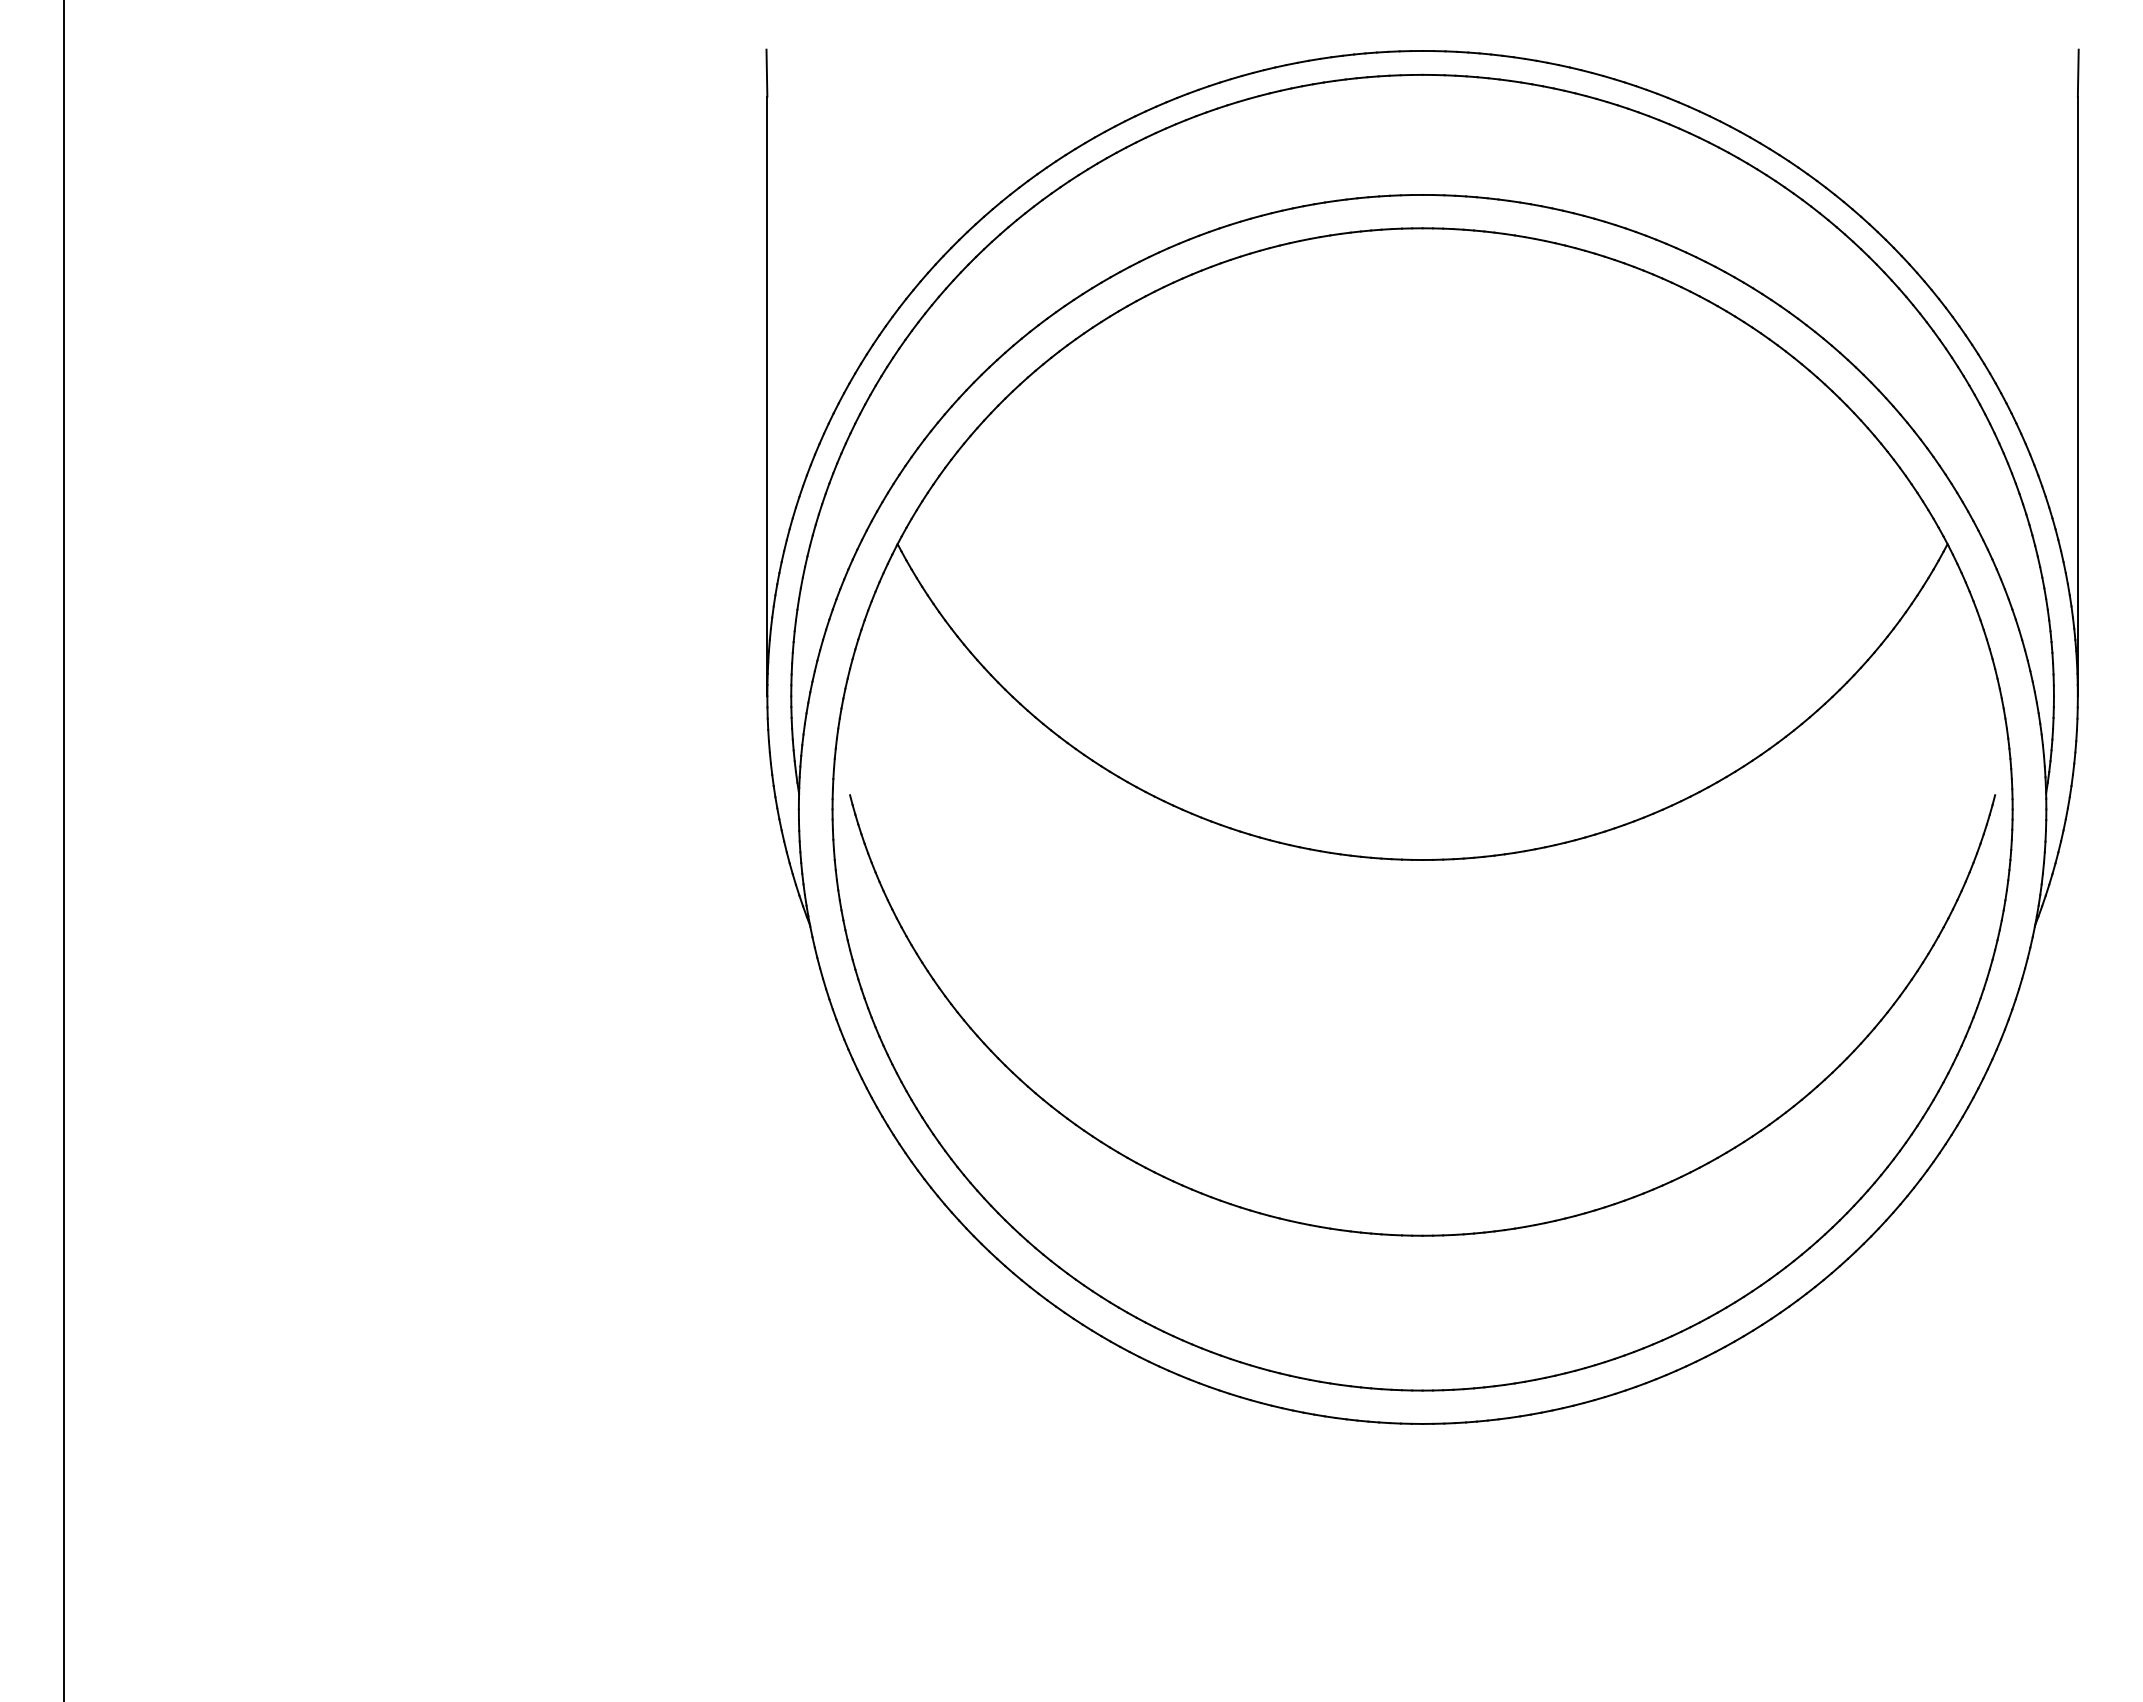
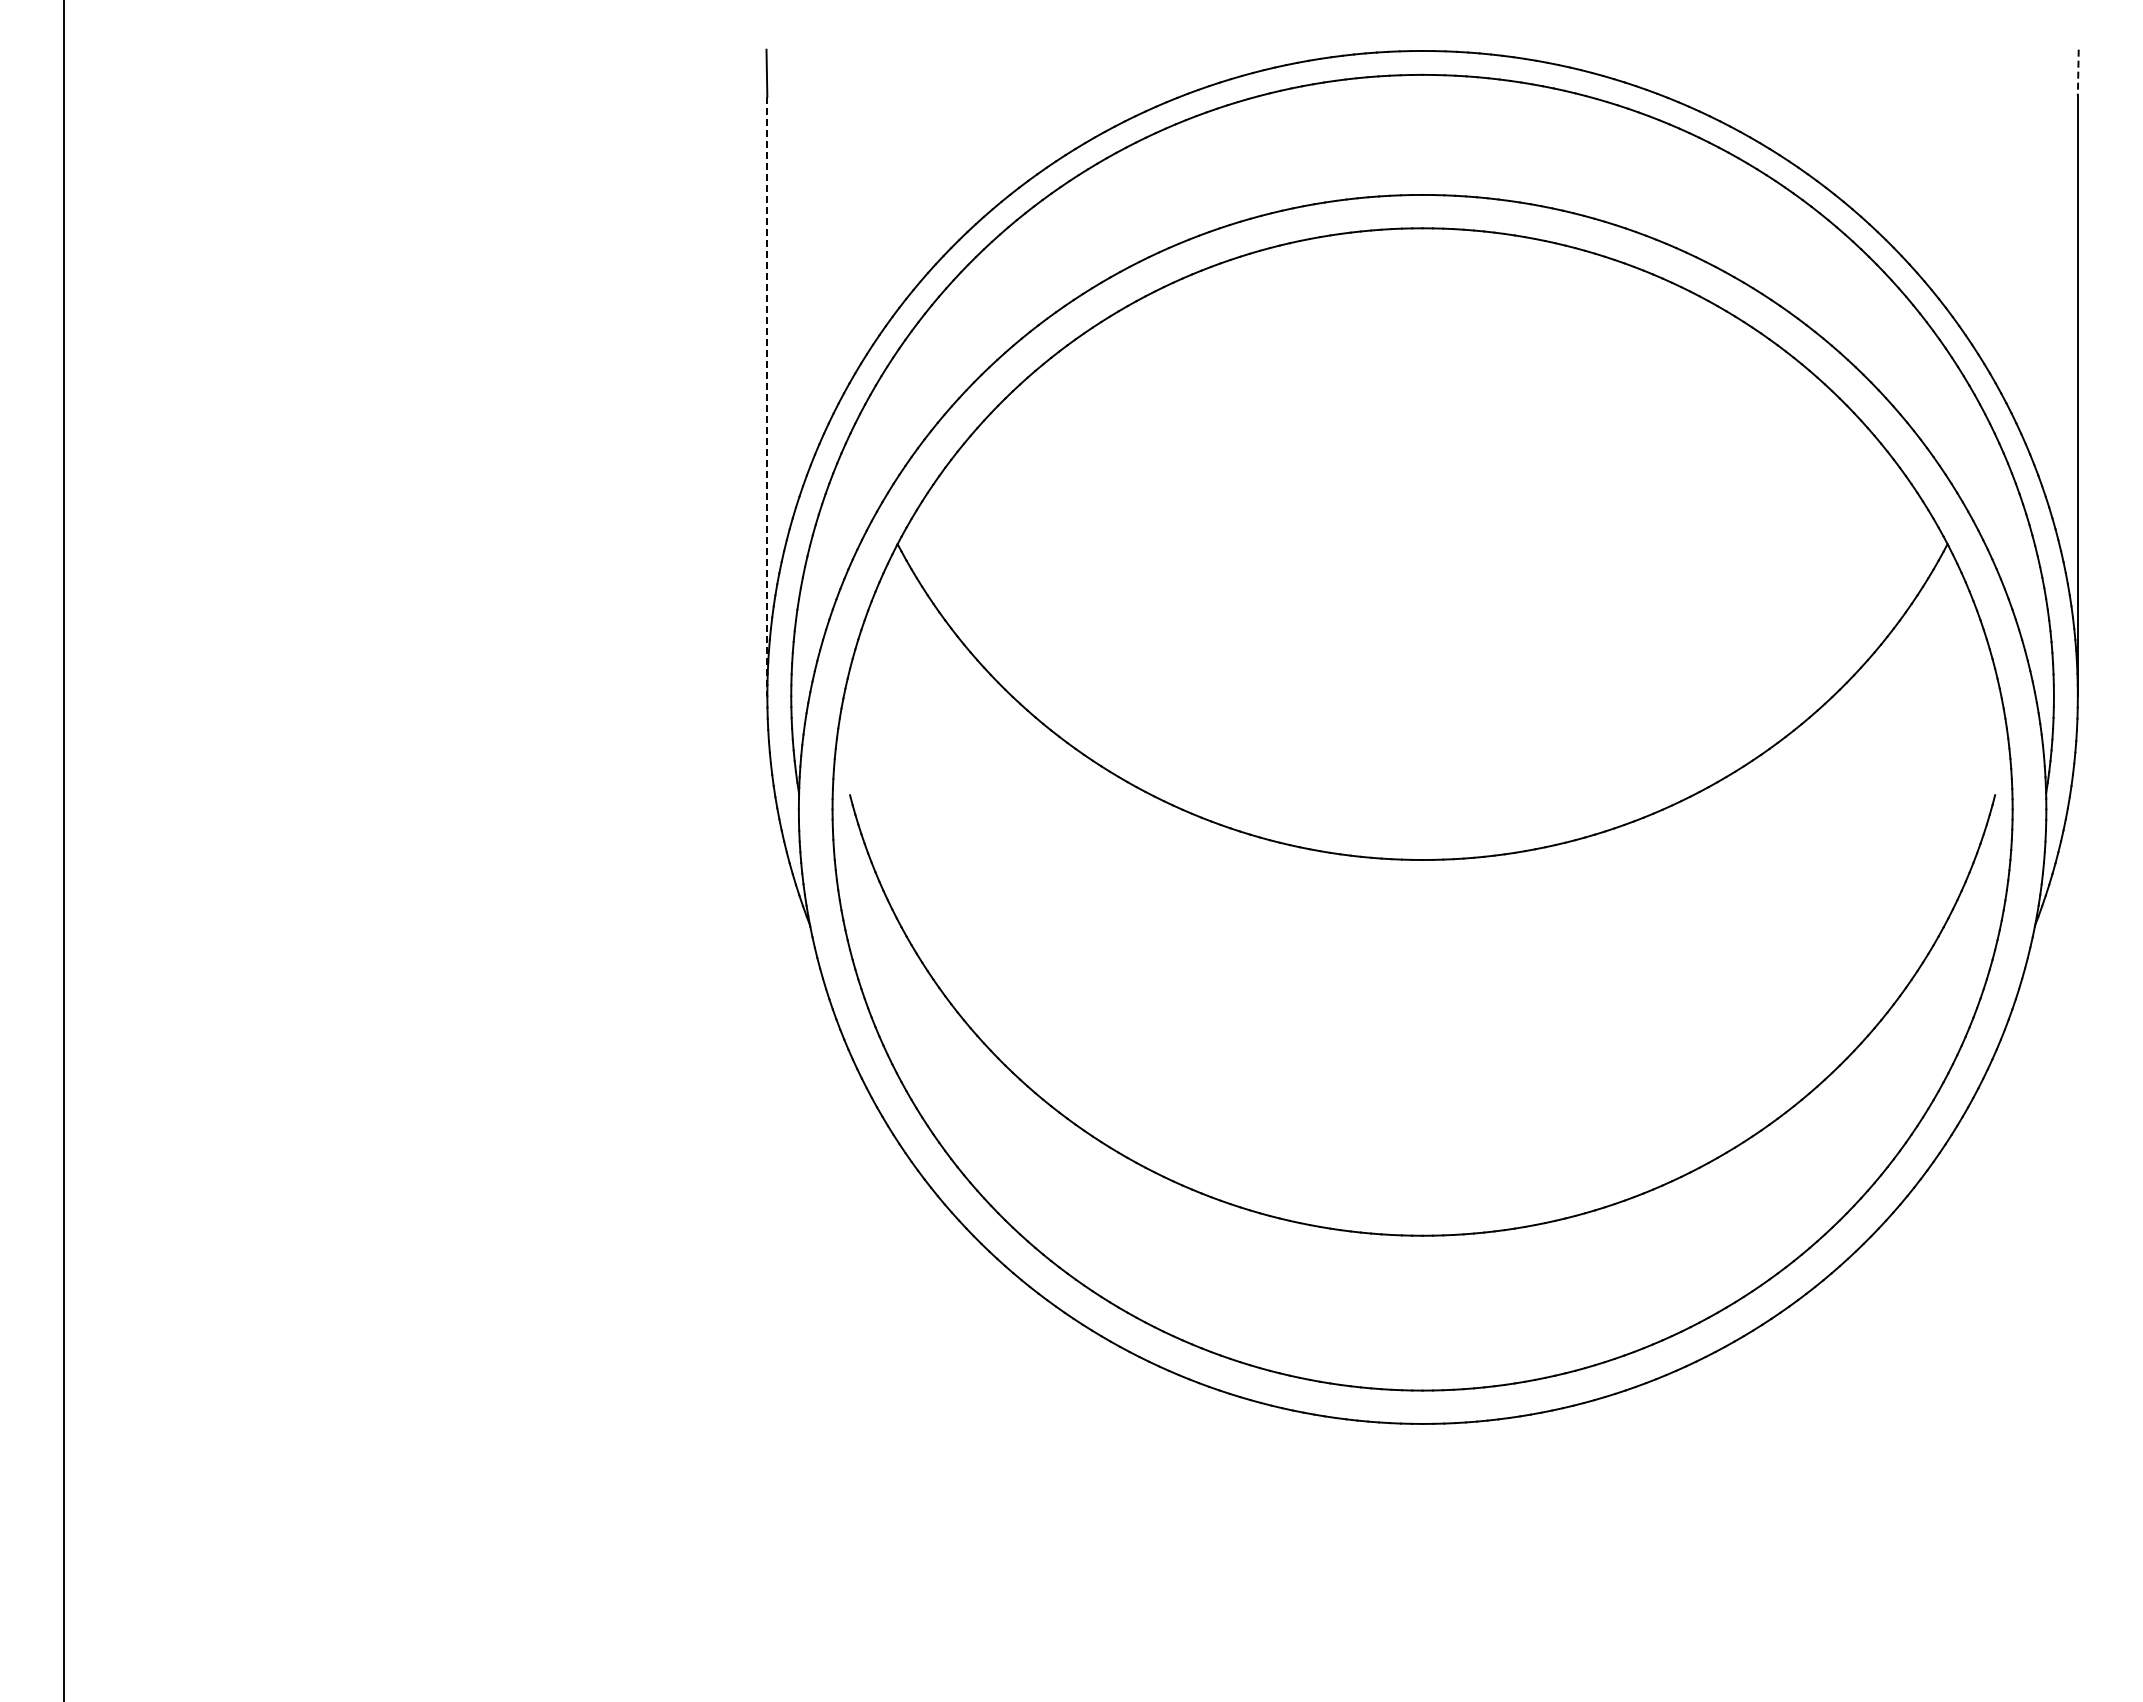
line at (2078, 73): solid -> dashed
line at (767, 396): solid -> dashed
